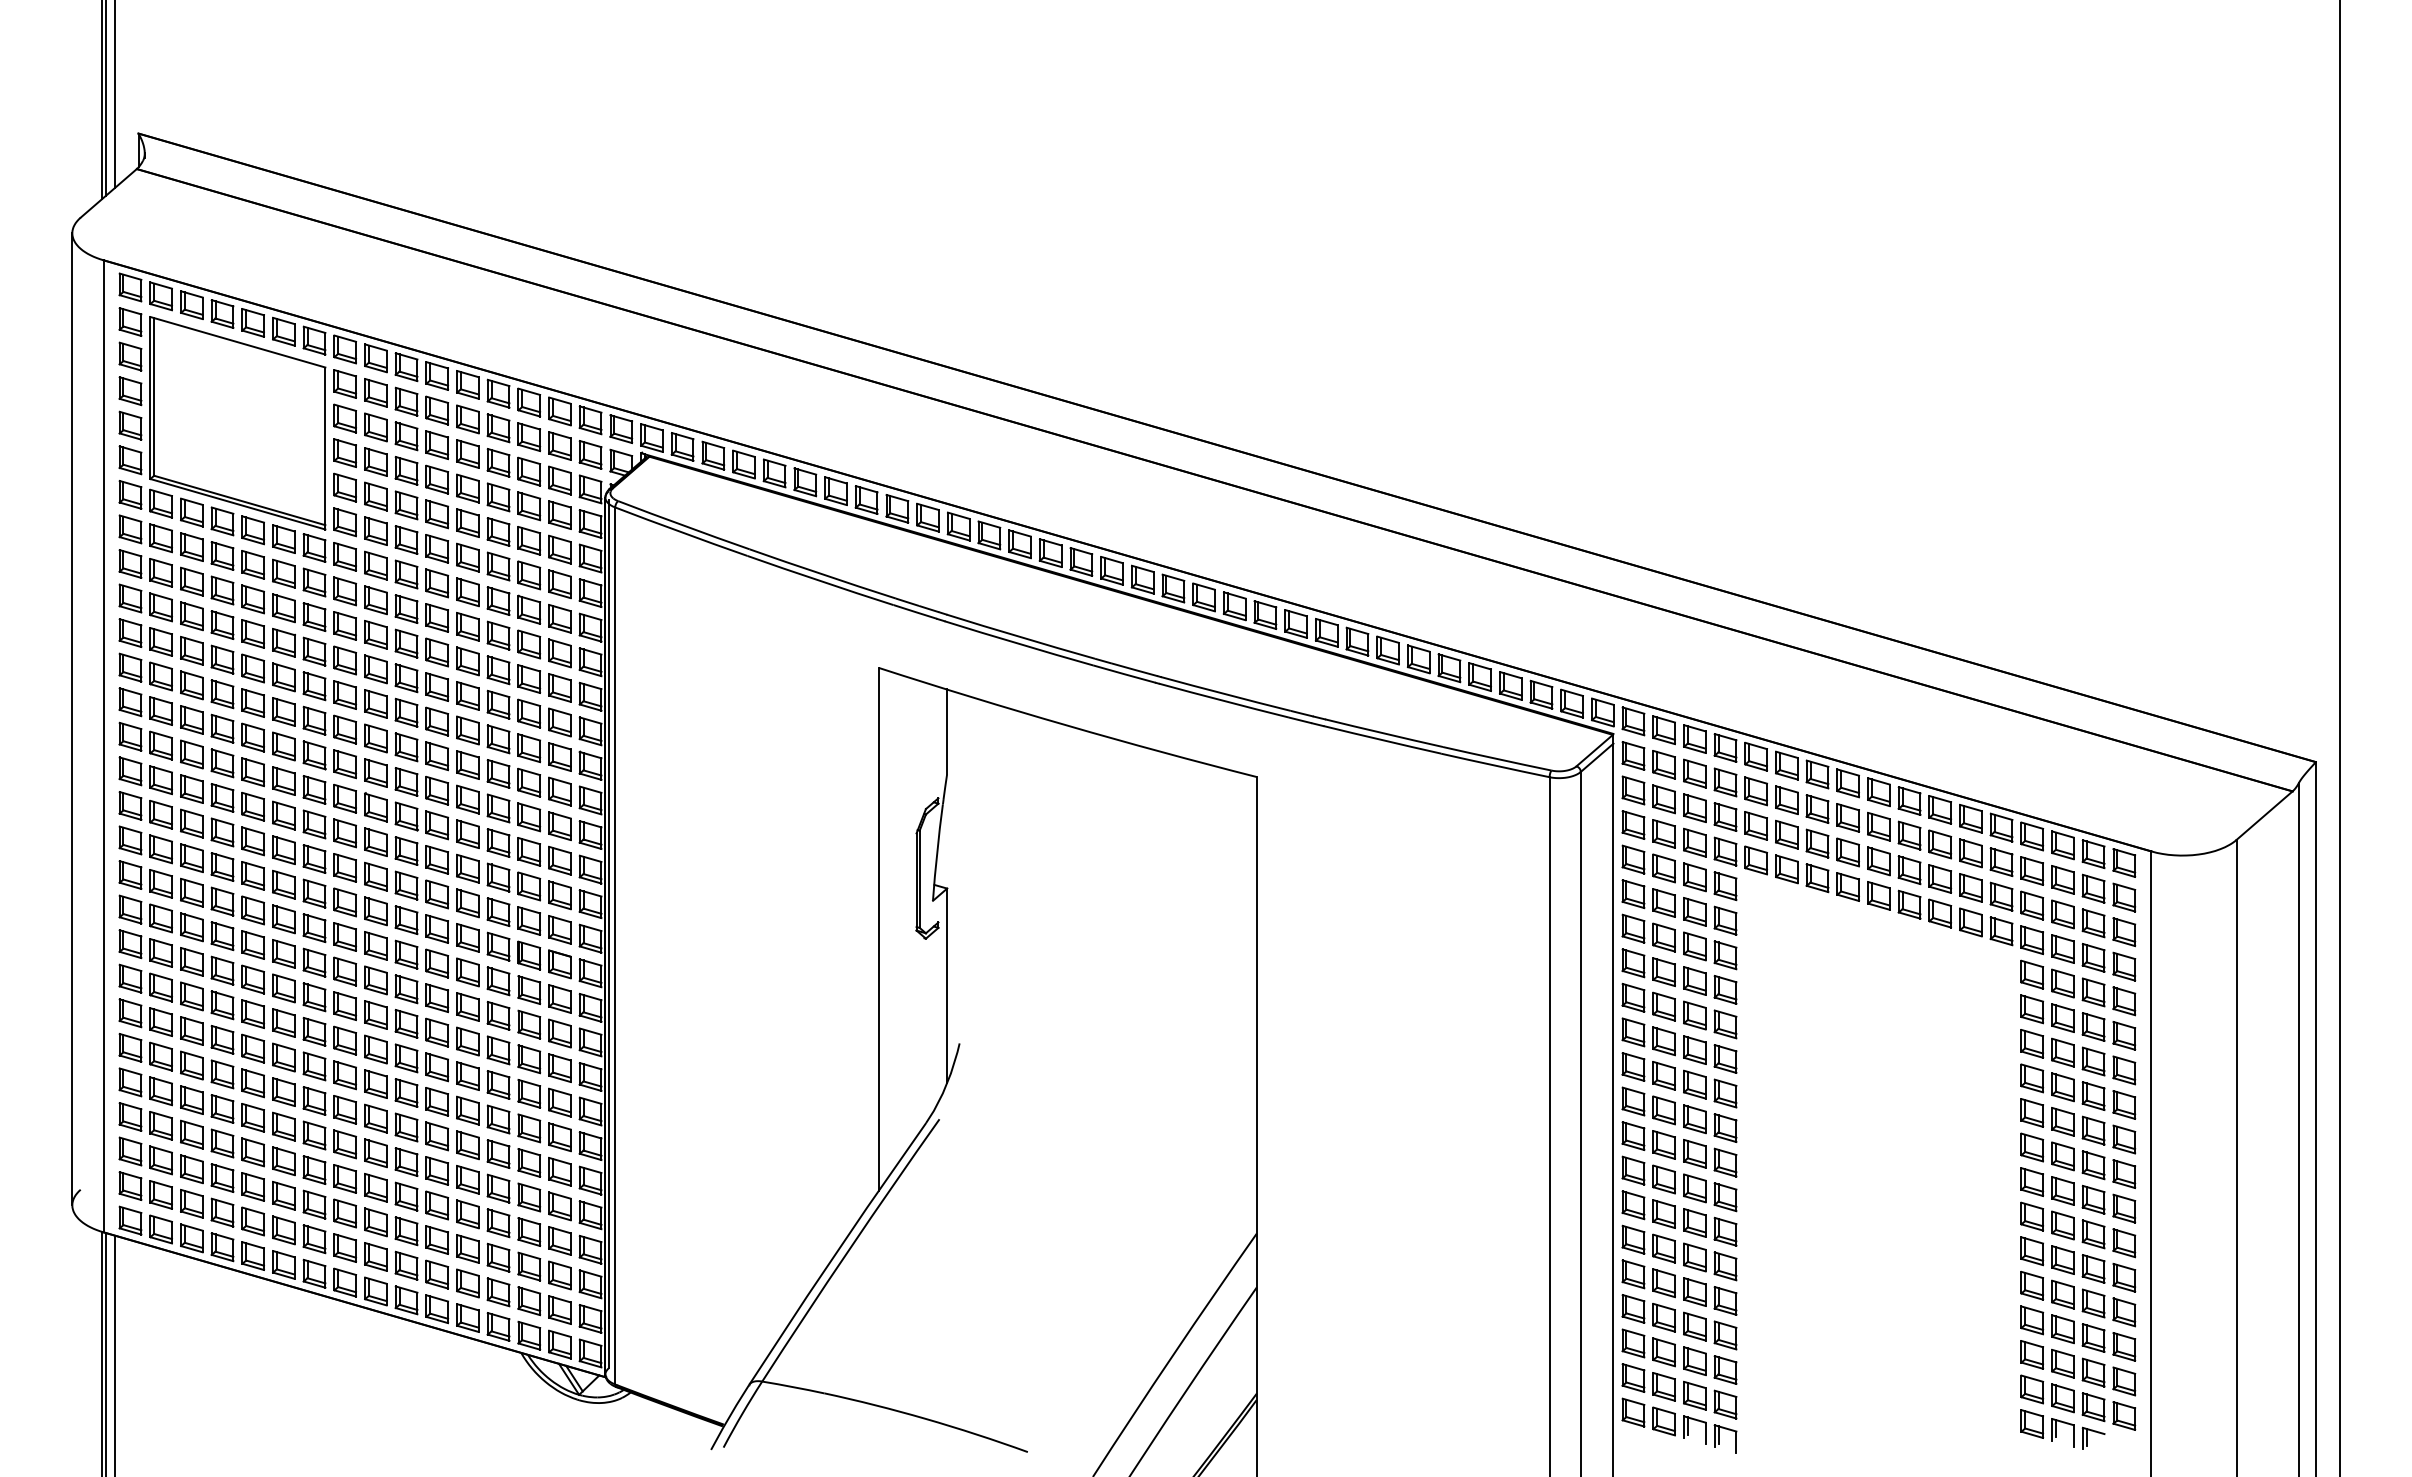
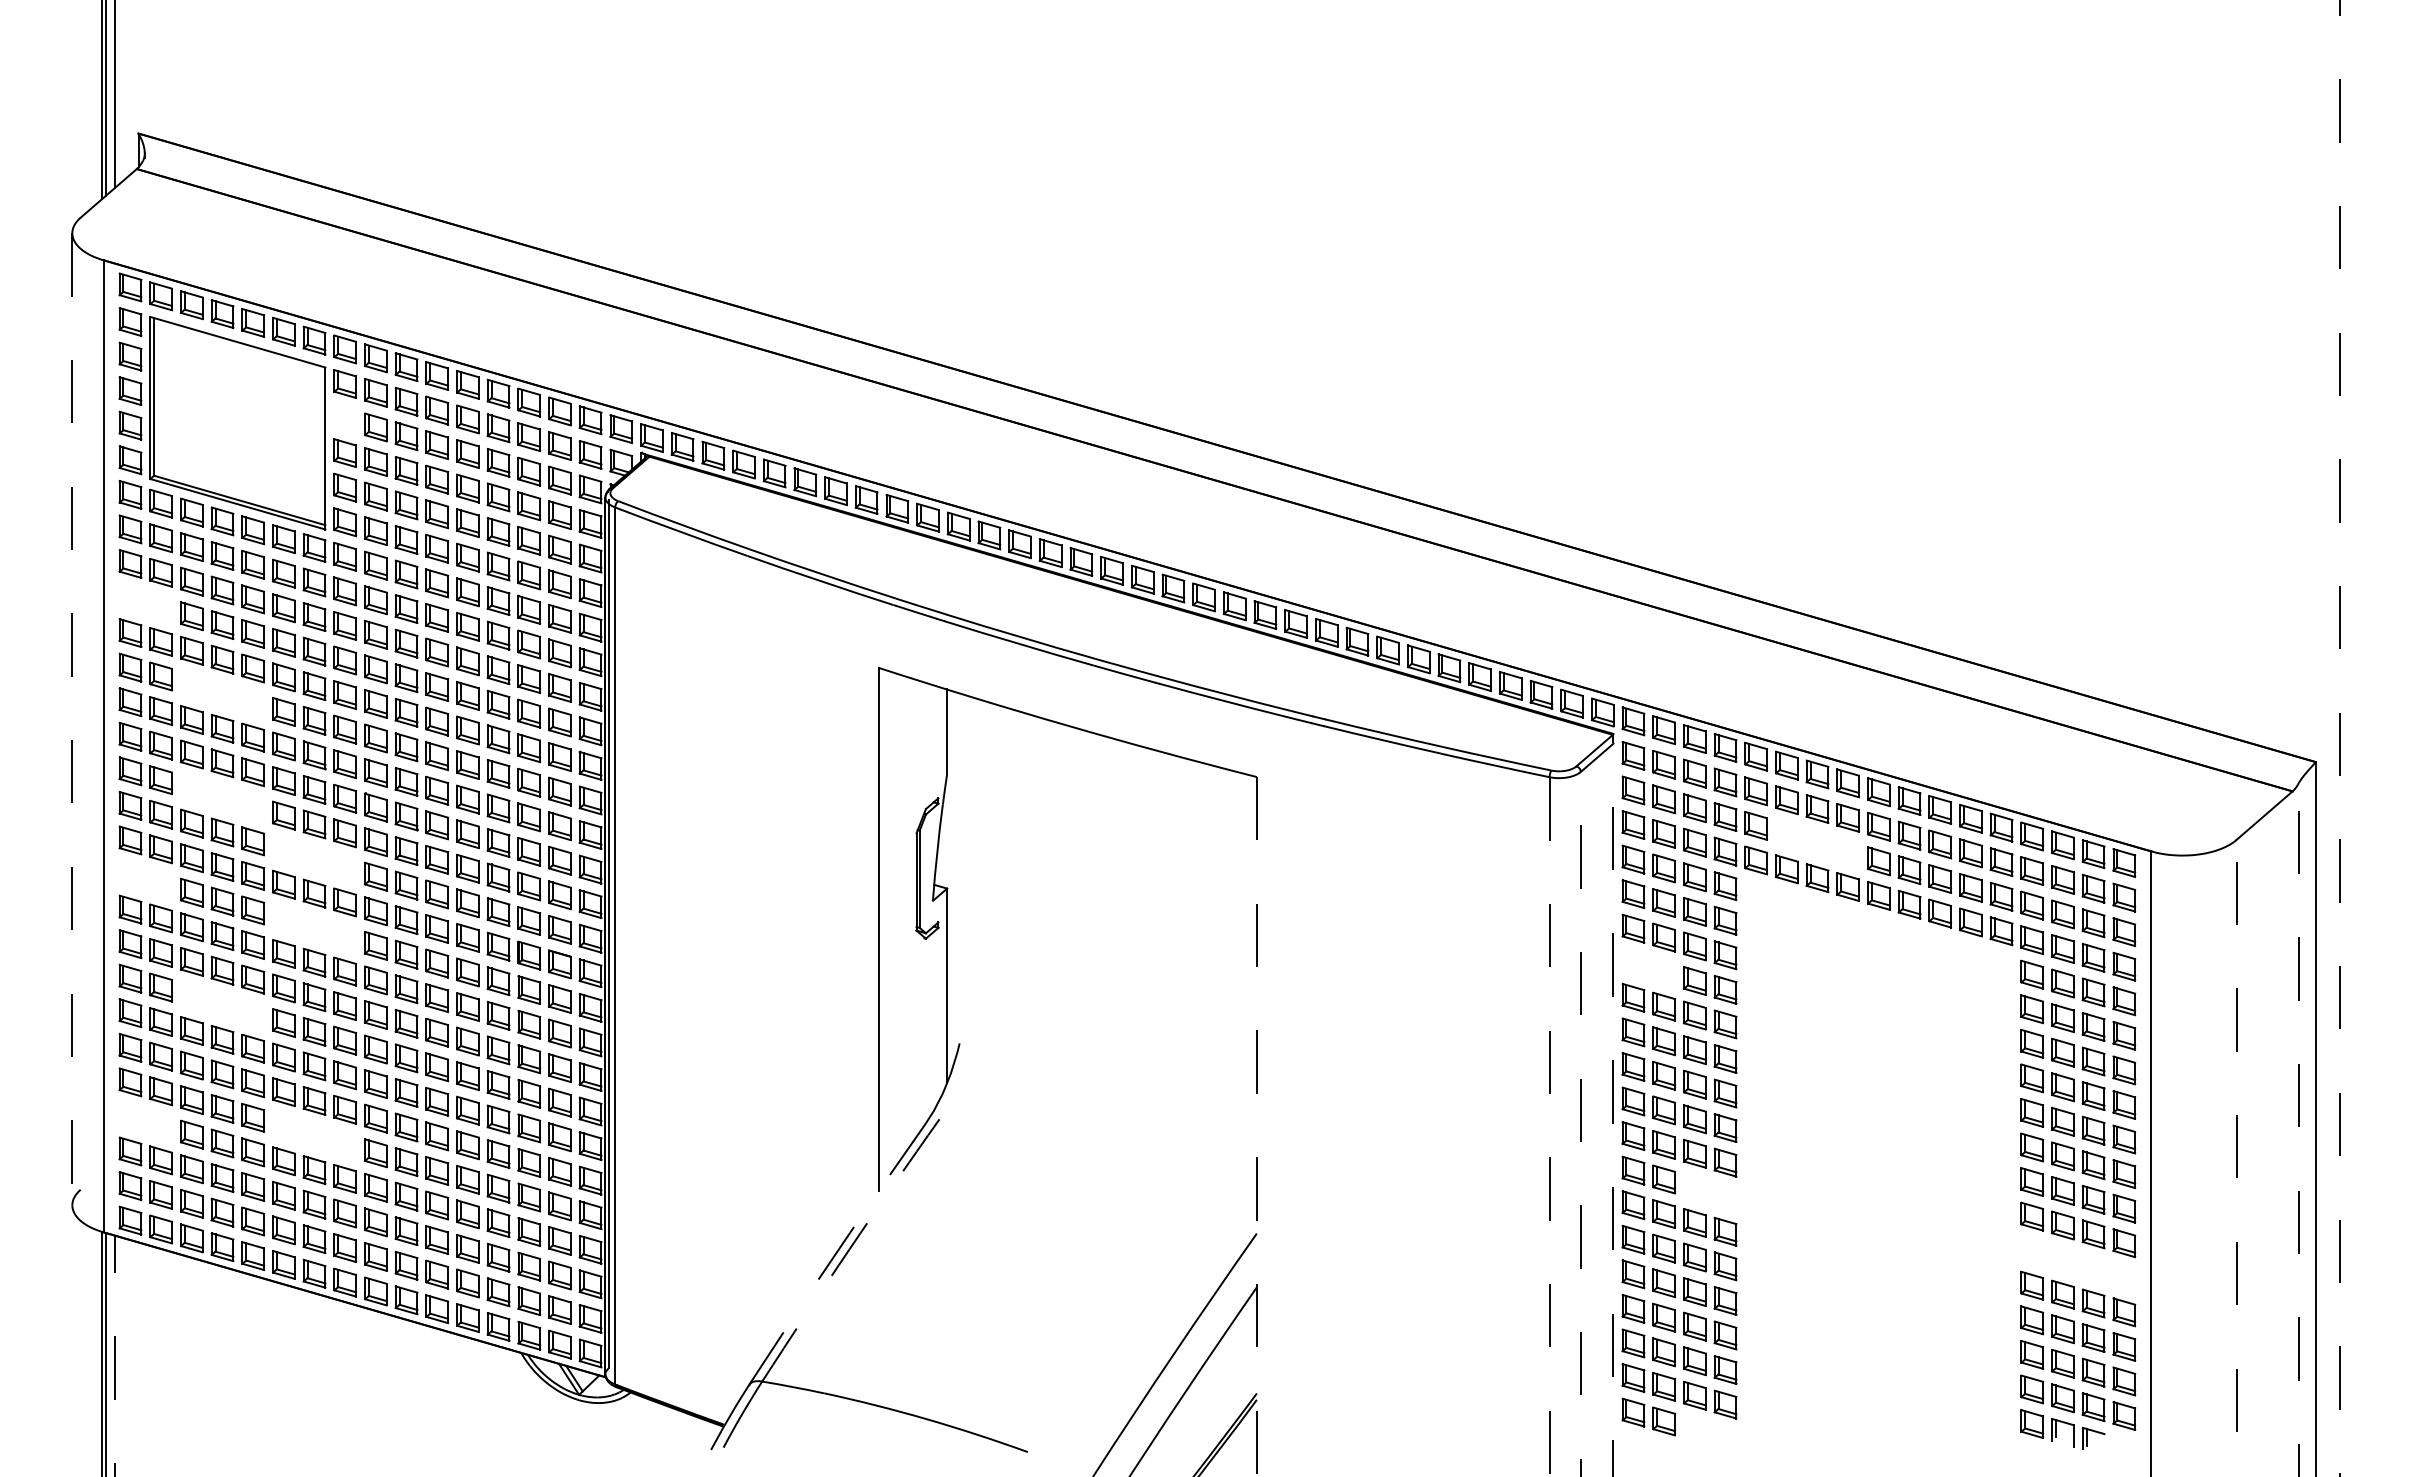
part at (344, 418): present -> none
part at (145, 602): present -> none
part at (222, 693): present -> none
line at (72, 719): solid -> dashed
line at (2339, 739): solid -> dashed
part at (222, 797): present -> none
part at (1817, 843): present -> none
part at (314, 858): present -> none
part at (145, 879): present -> none
part at (314, 927): present -> none
part at (1648, 967): present -> none
part at (222, 1005): present -> none
line at (1613, 1104): solid -> dashed
part at (145, 1121): present -> none
line at (1580, 1123): solid -> dashed
line at (1256, 1126): solid -> dashed
line at (1549, 1126): solid -> dashed
line at (2298, 1130): solid -> dashed
part at (314, 1135): present -> none
line at (2236, 1157): solid -> dashed
part at (1710, 1192): present -> none
arc at (849, 1249): solid -> dashed
line at (836, 1252): solid -> dashed
part at (2078, 1264): present -> none
line at (114, 1355): solid -> dashed
part at (1710, 1434): present -> none
